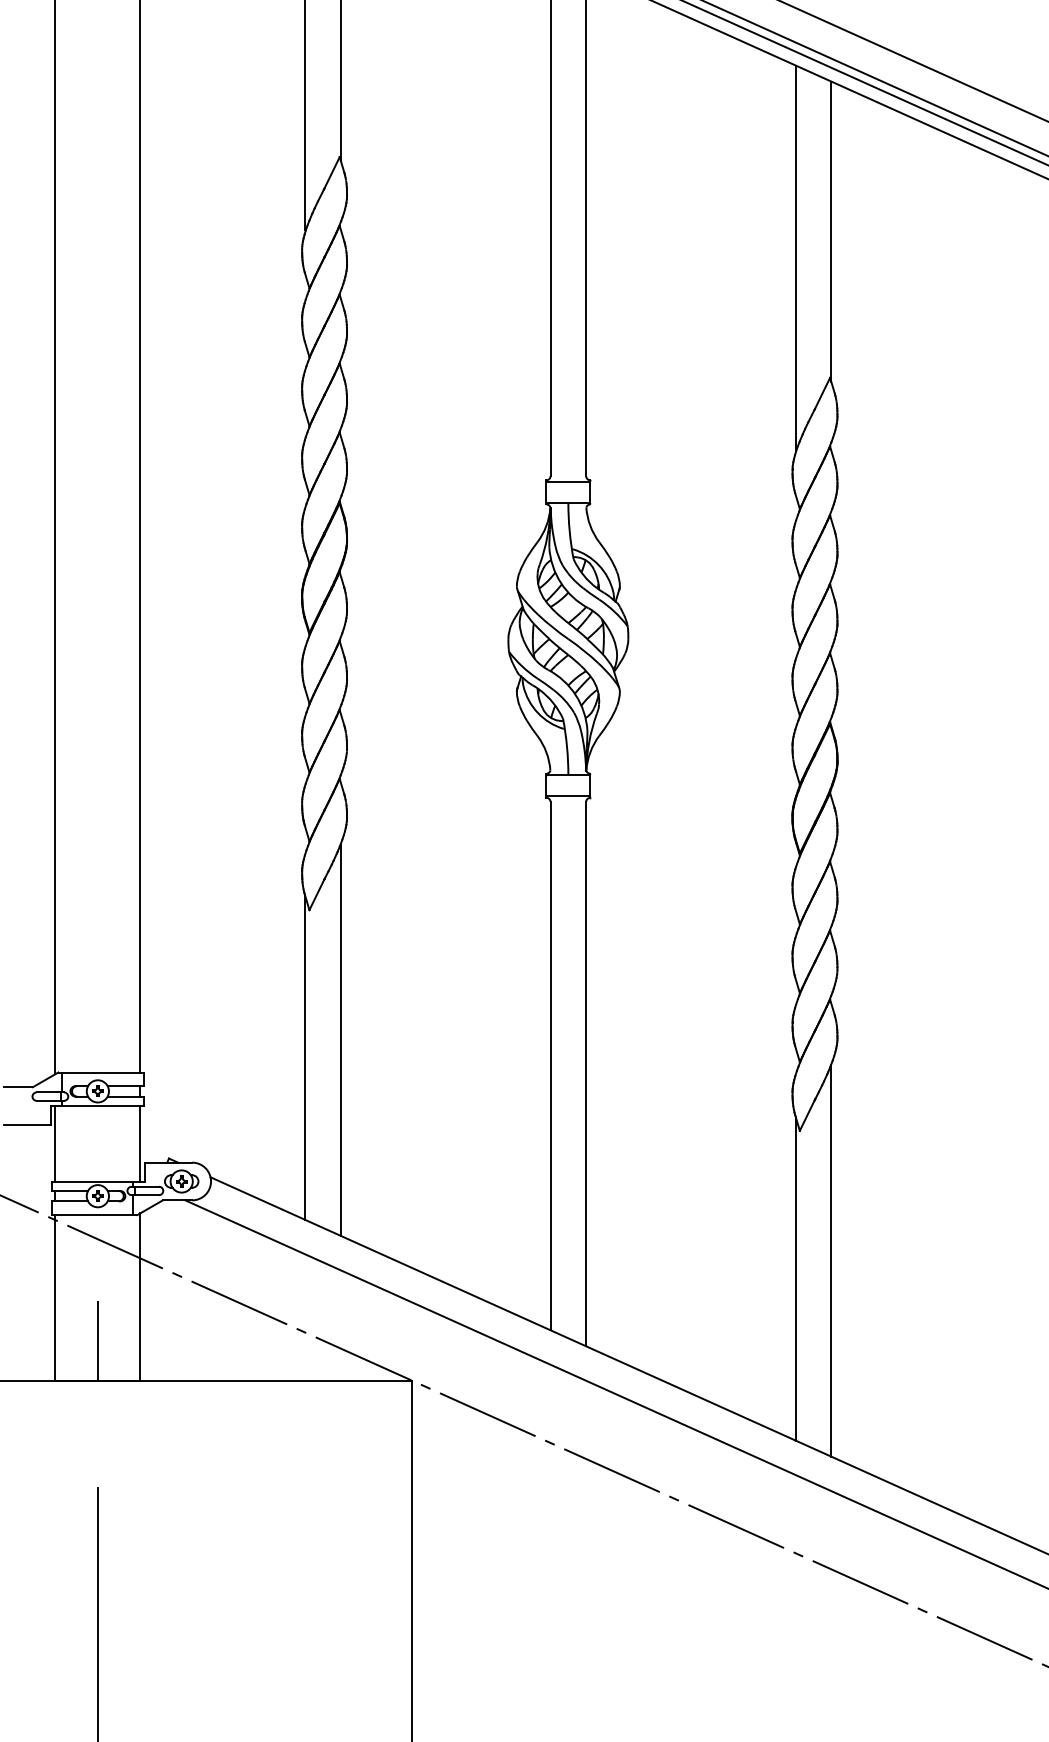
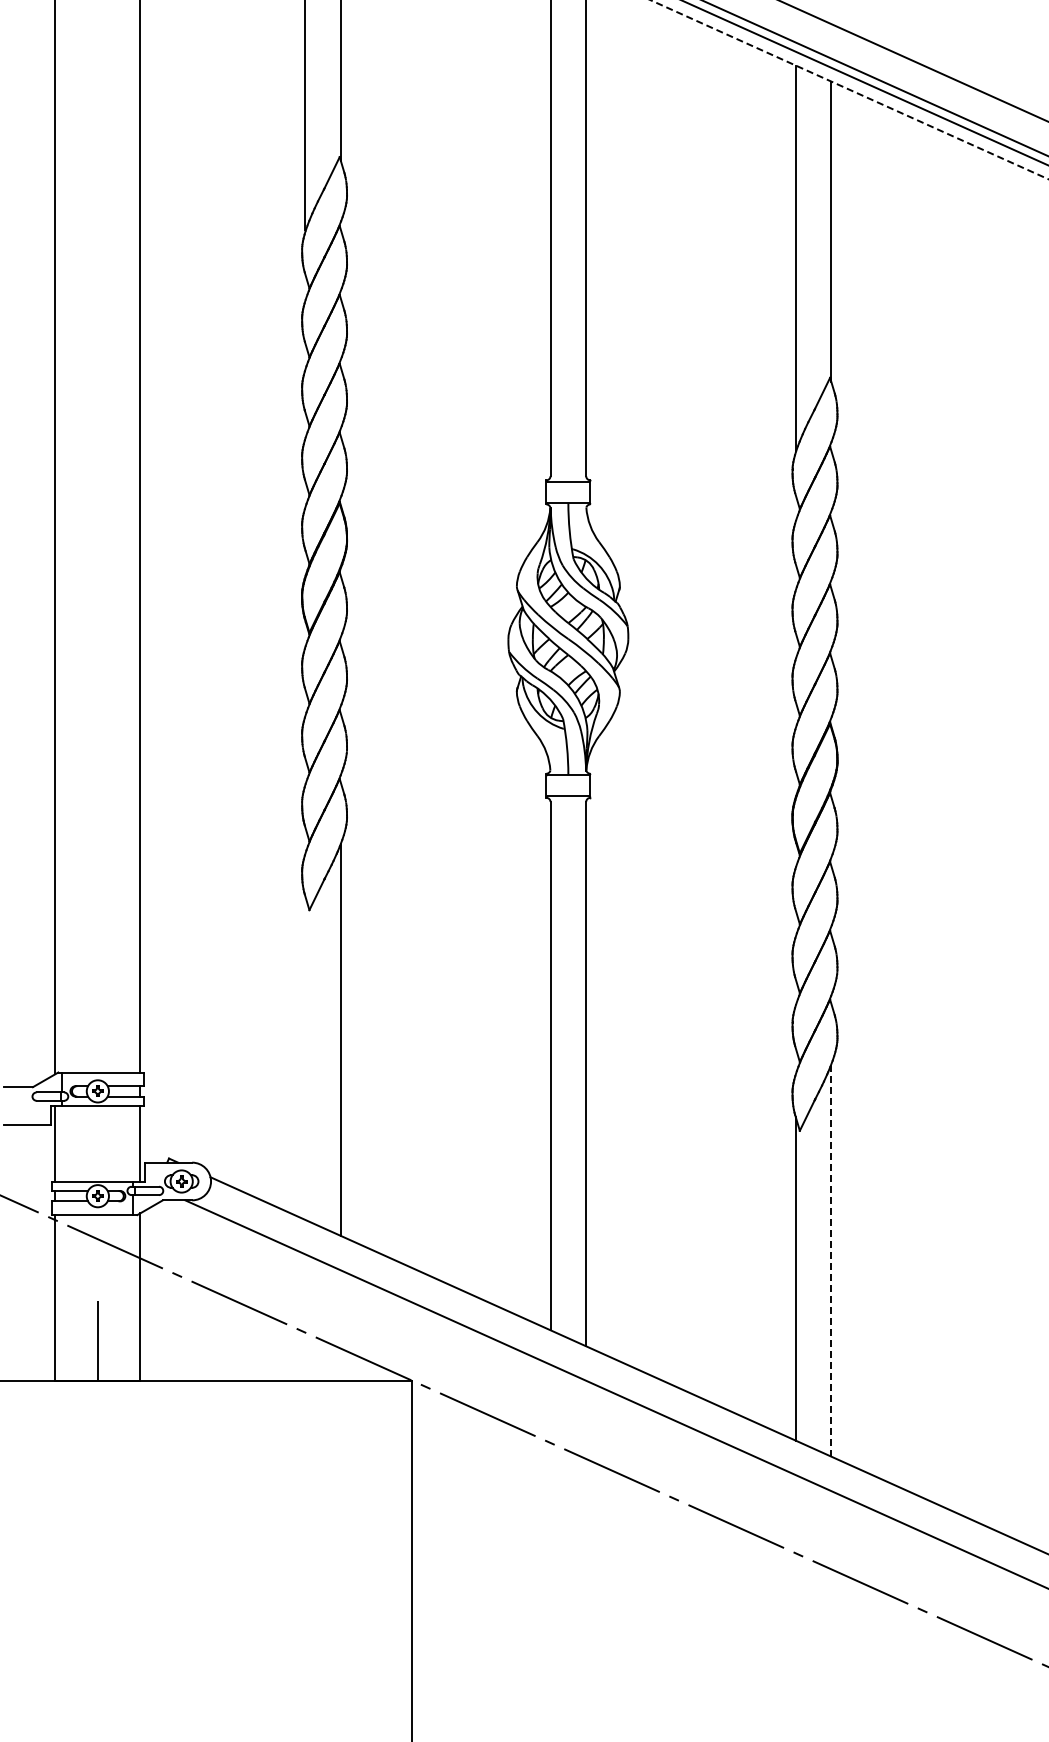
line at (849, 89): solid -> dashed
line at (305, 1057): present -> none
line at (831, 1260): solid -> dashed
line at (97, 1612): present -> none
